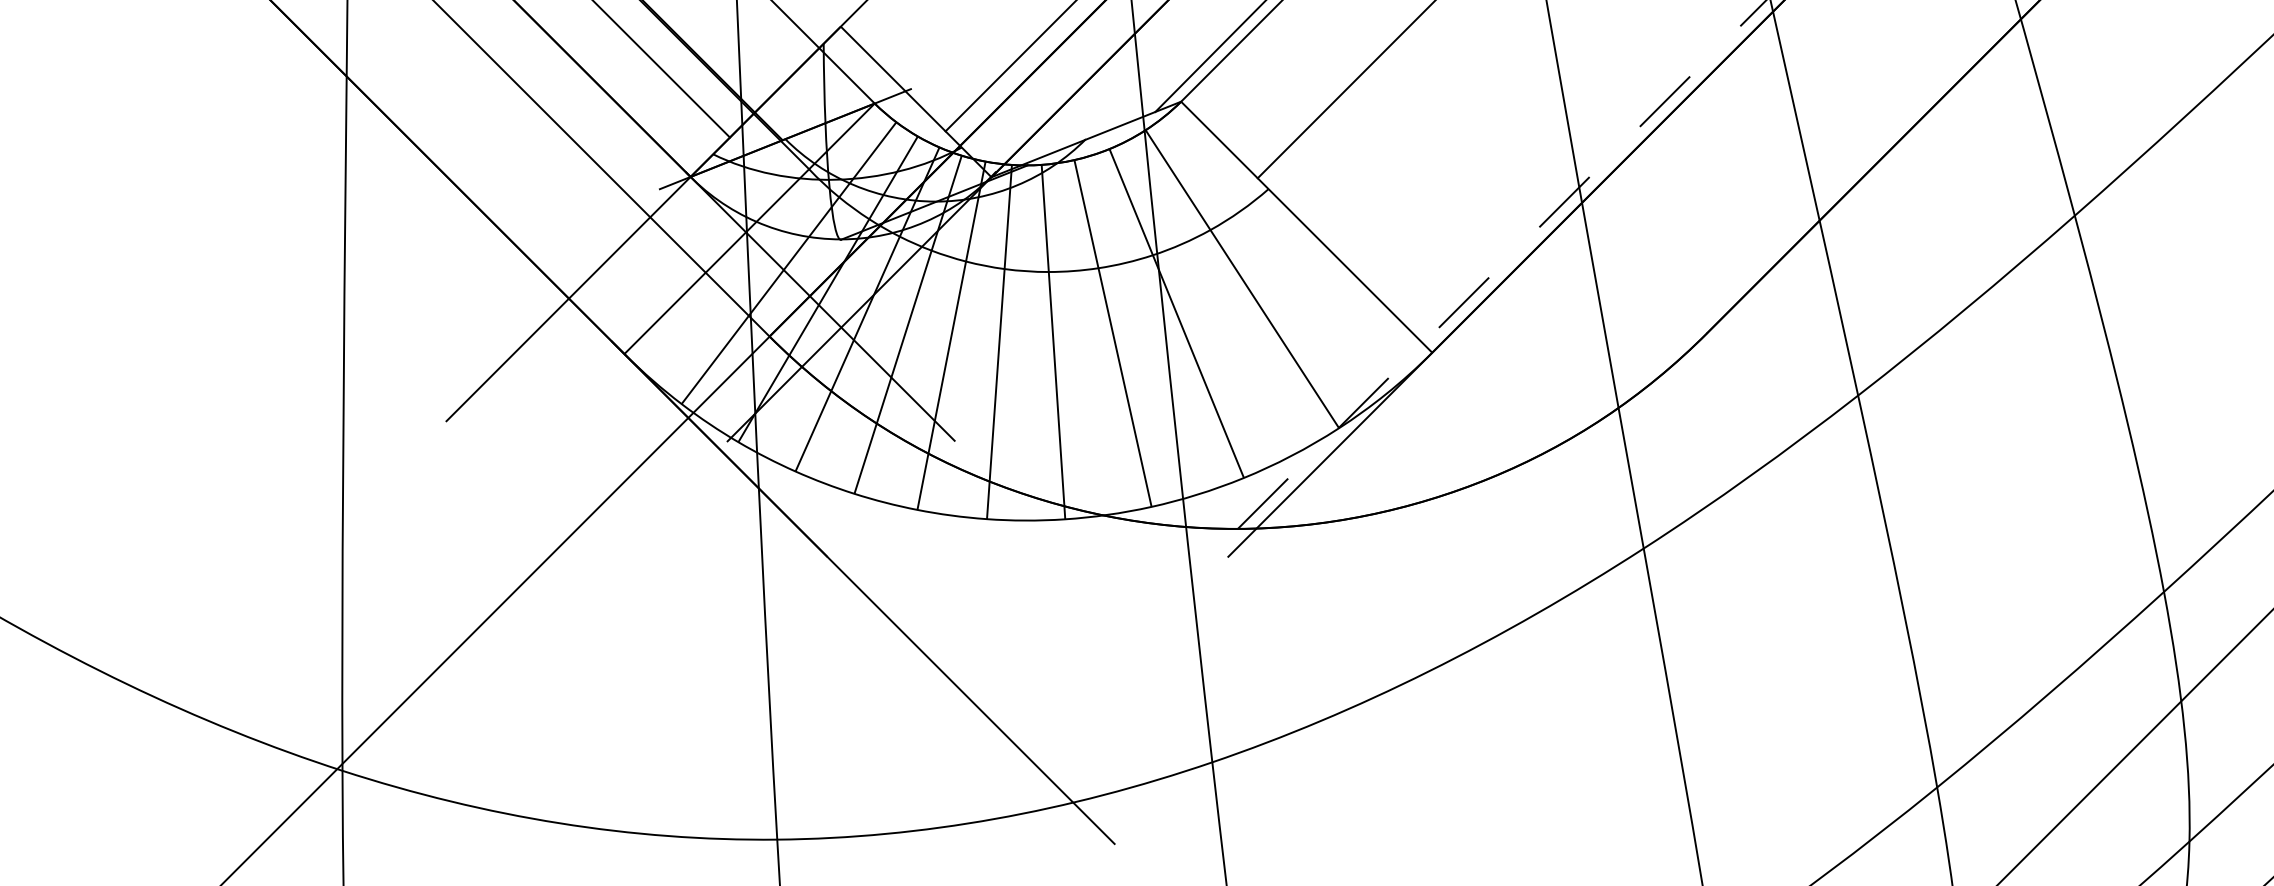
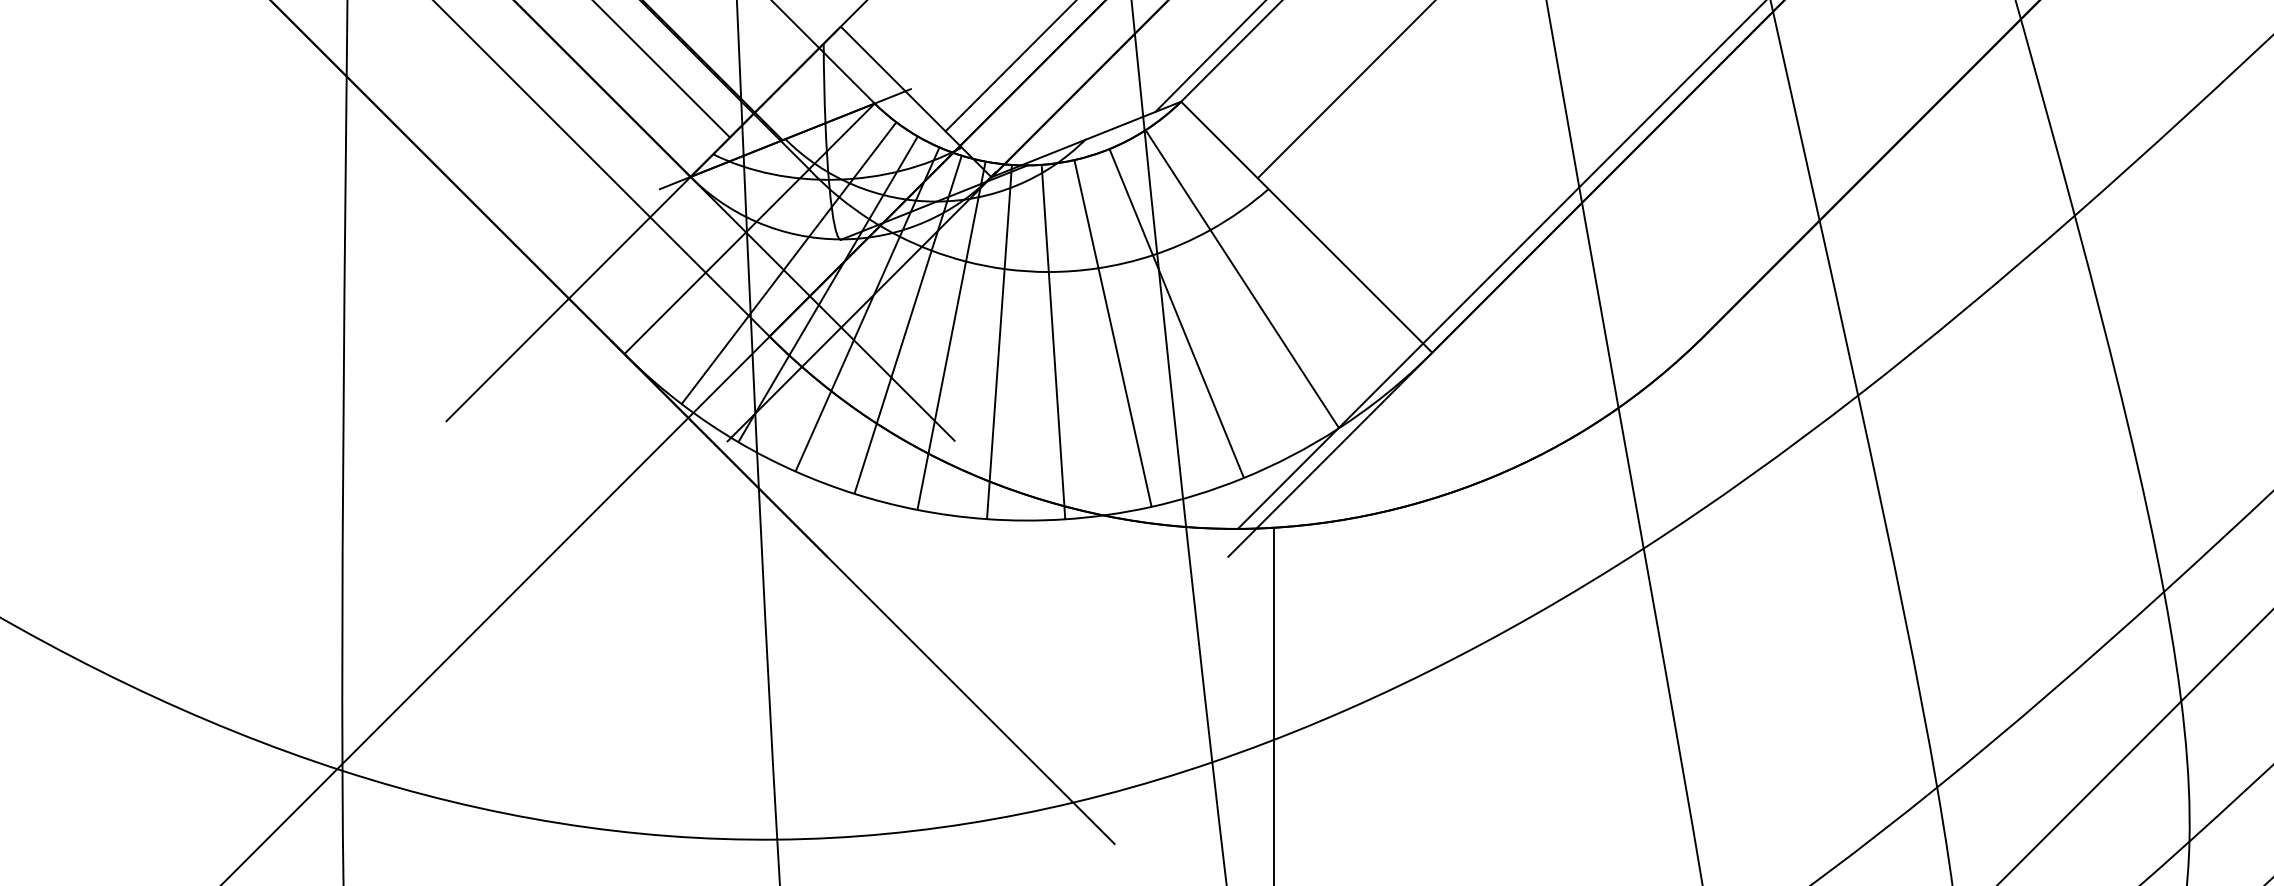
arc at (1502, 264): dashed -> solid
line at (1273, 704): none -> present
